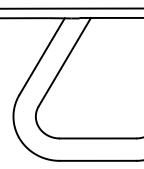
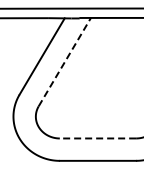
line at (65, 61): solid -> dashed
line at (97, 138): solid -> dashed
